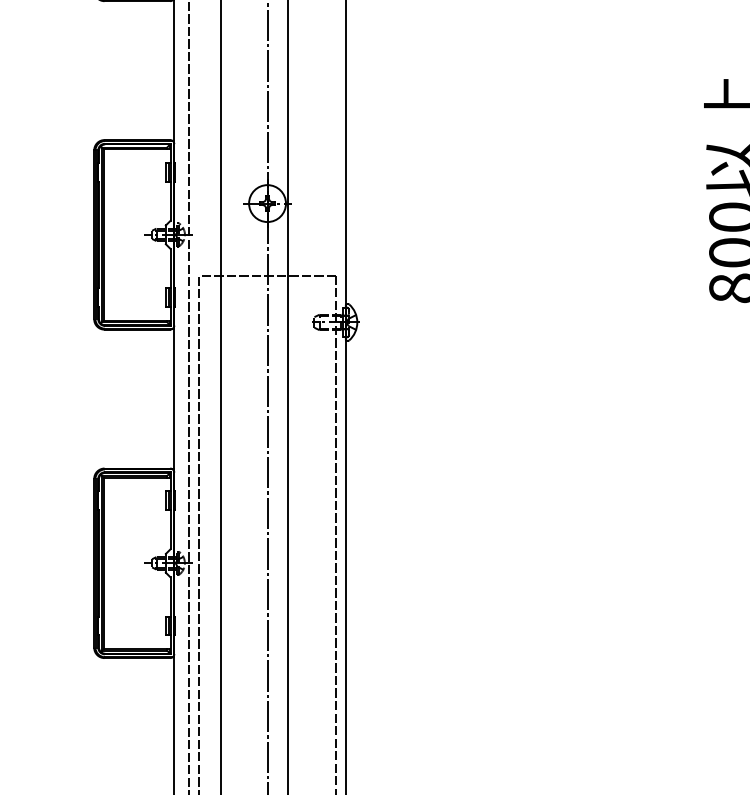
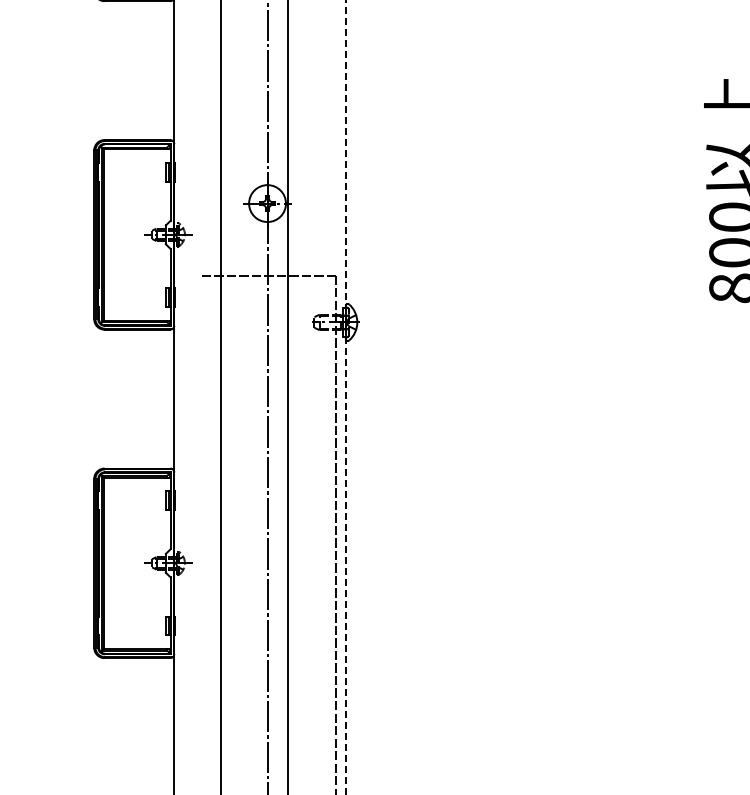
line at (189, 396): present -> none
line at (345, 397): solid -> dashed
line at (198, 533): present -> none
